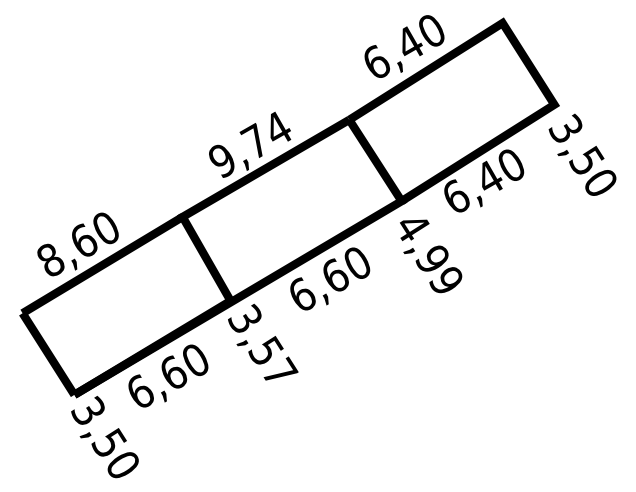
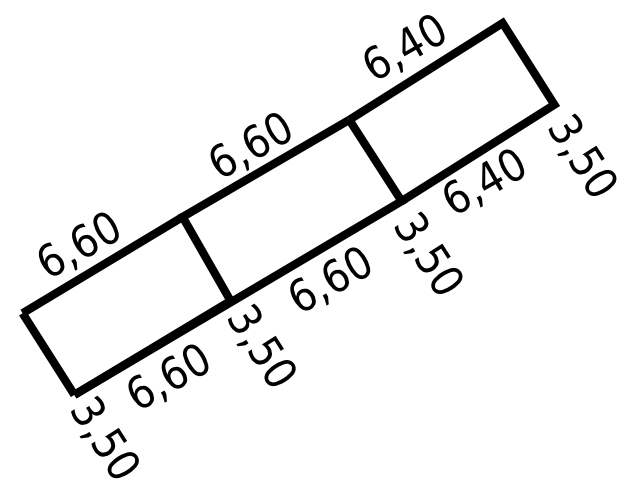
text at (250, 144): 9,74 -> 6,60
text at (428, 252): 4,99 -> 3,50
text at (50, 259): 8,60 -> 6,60
text at (280, 371): 3,57 -> 3,50
